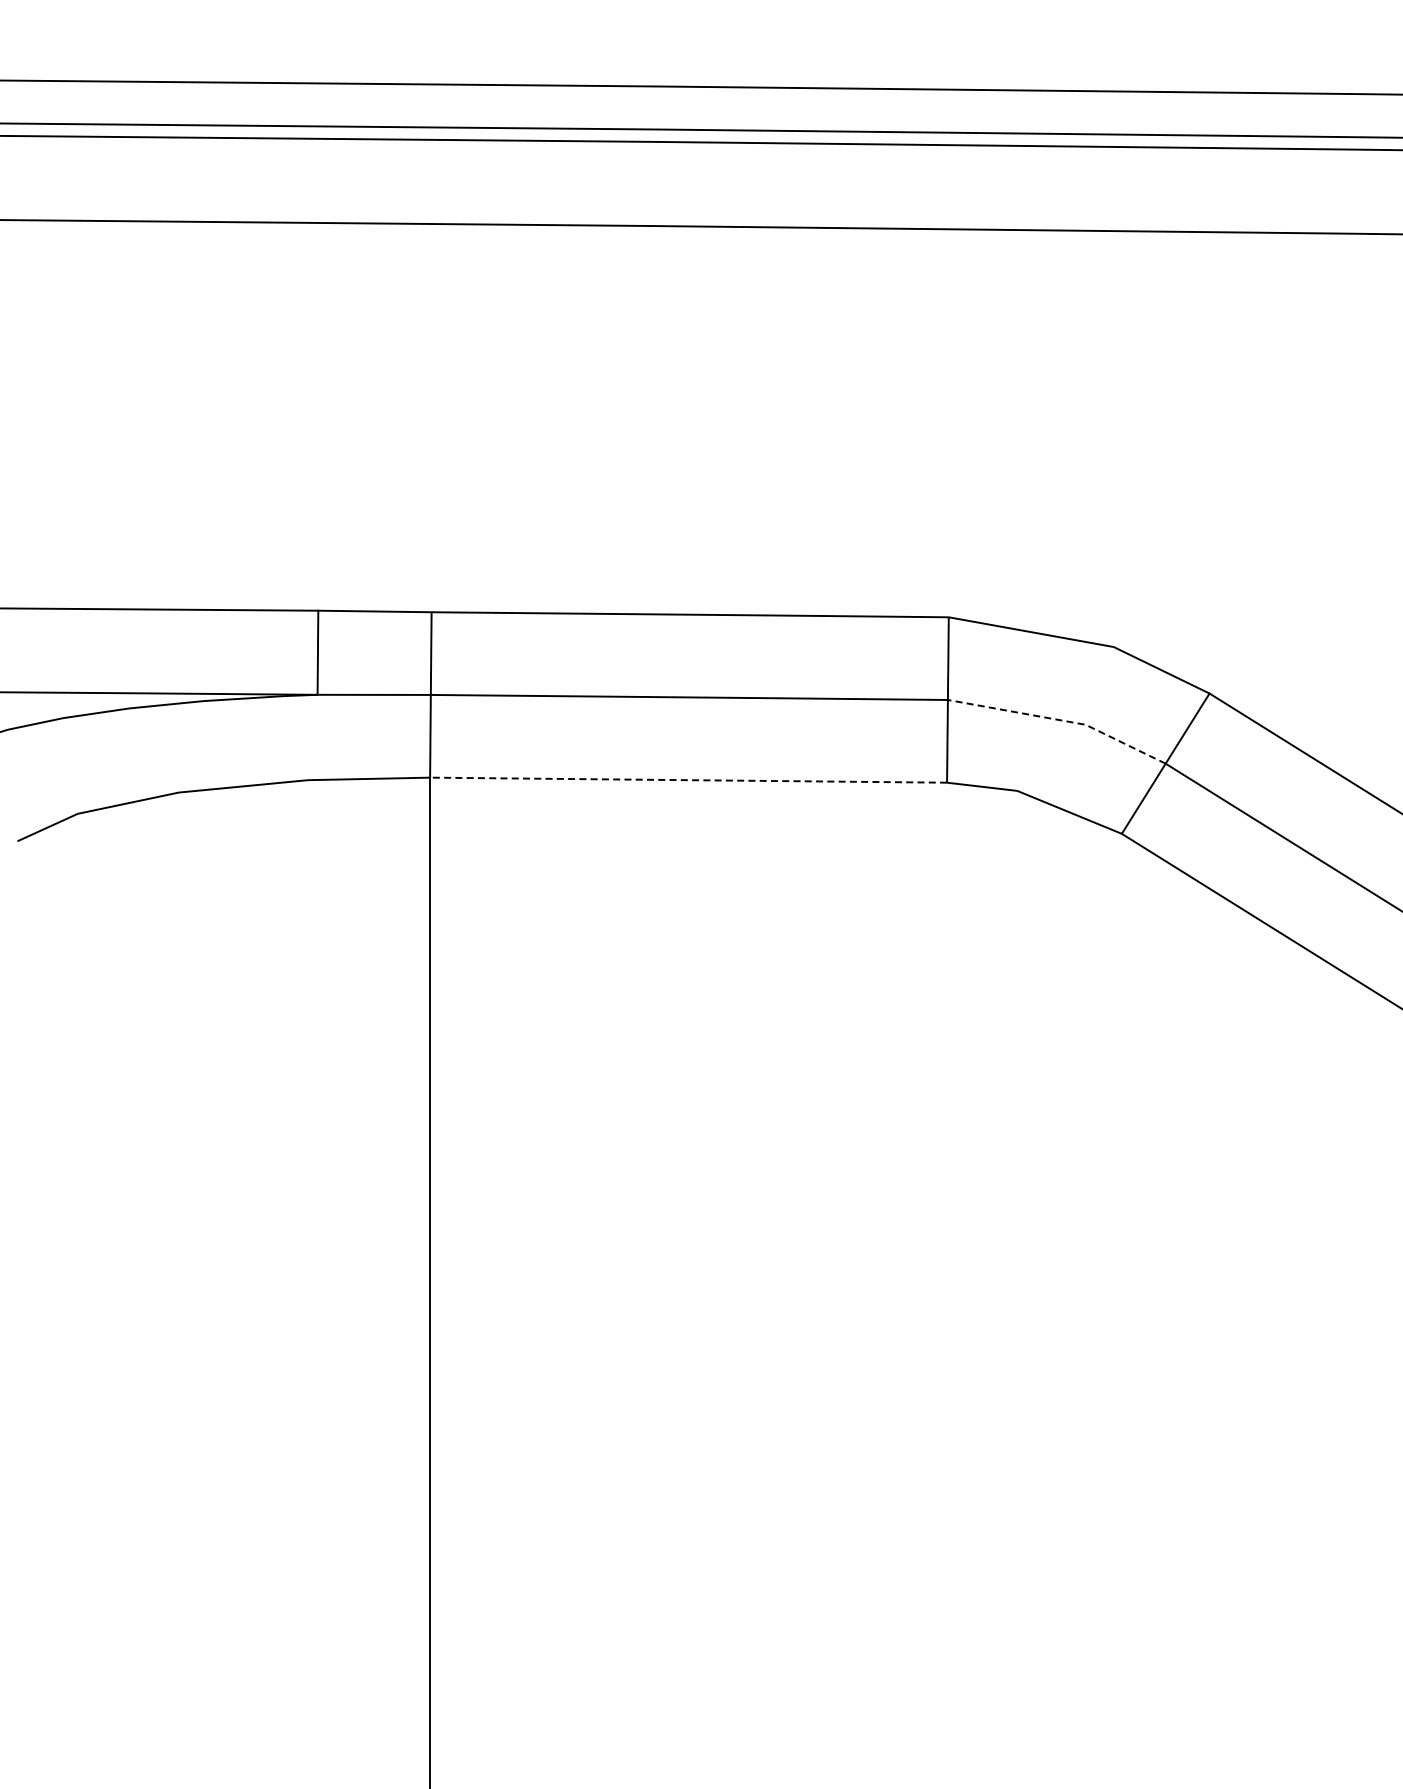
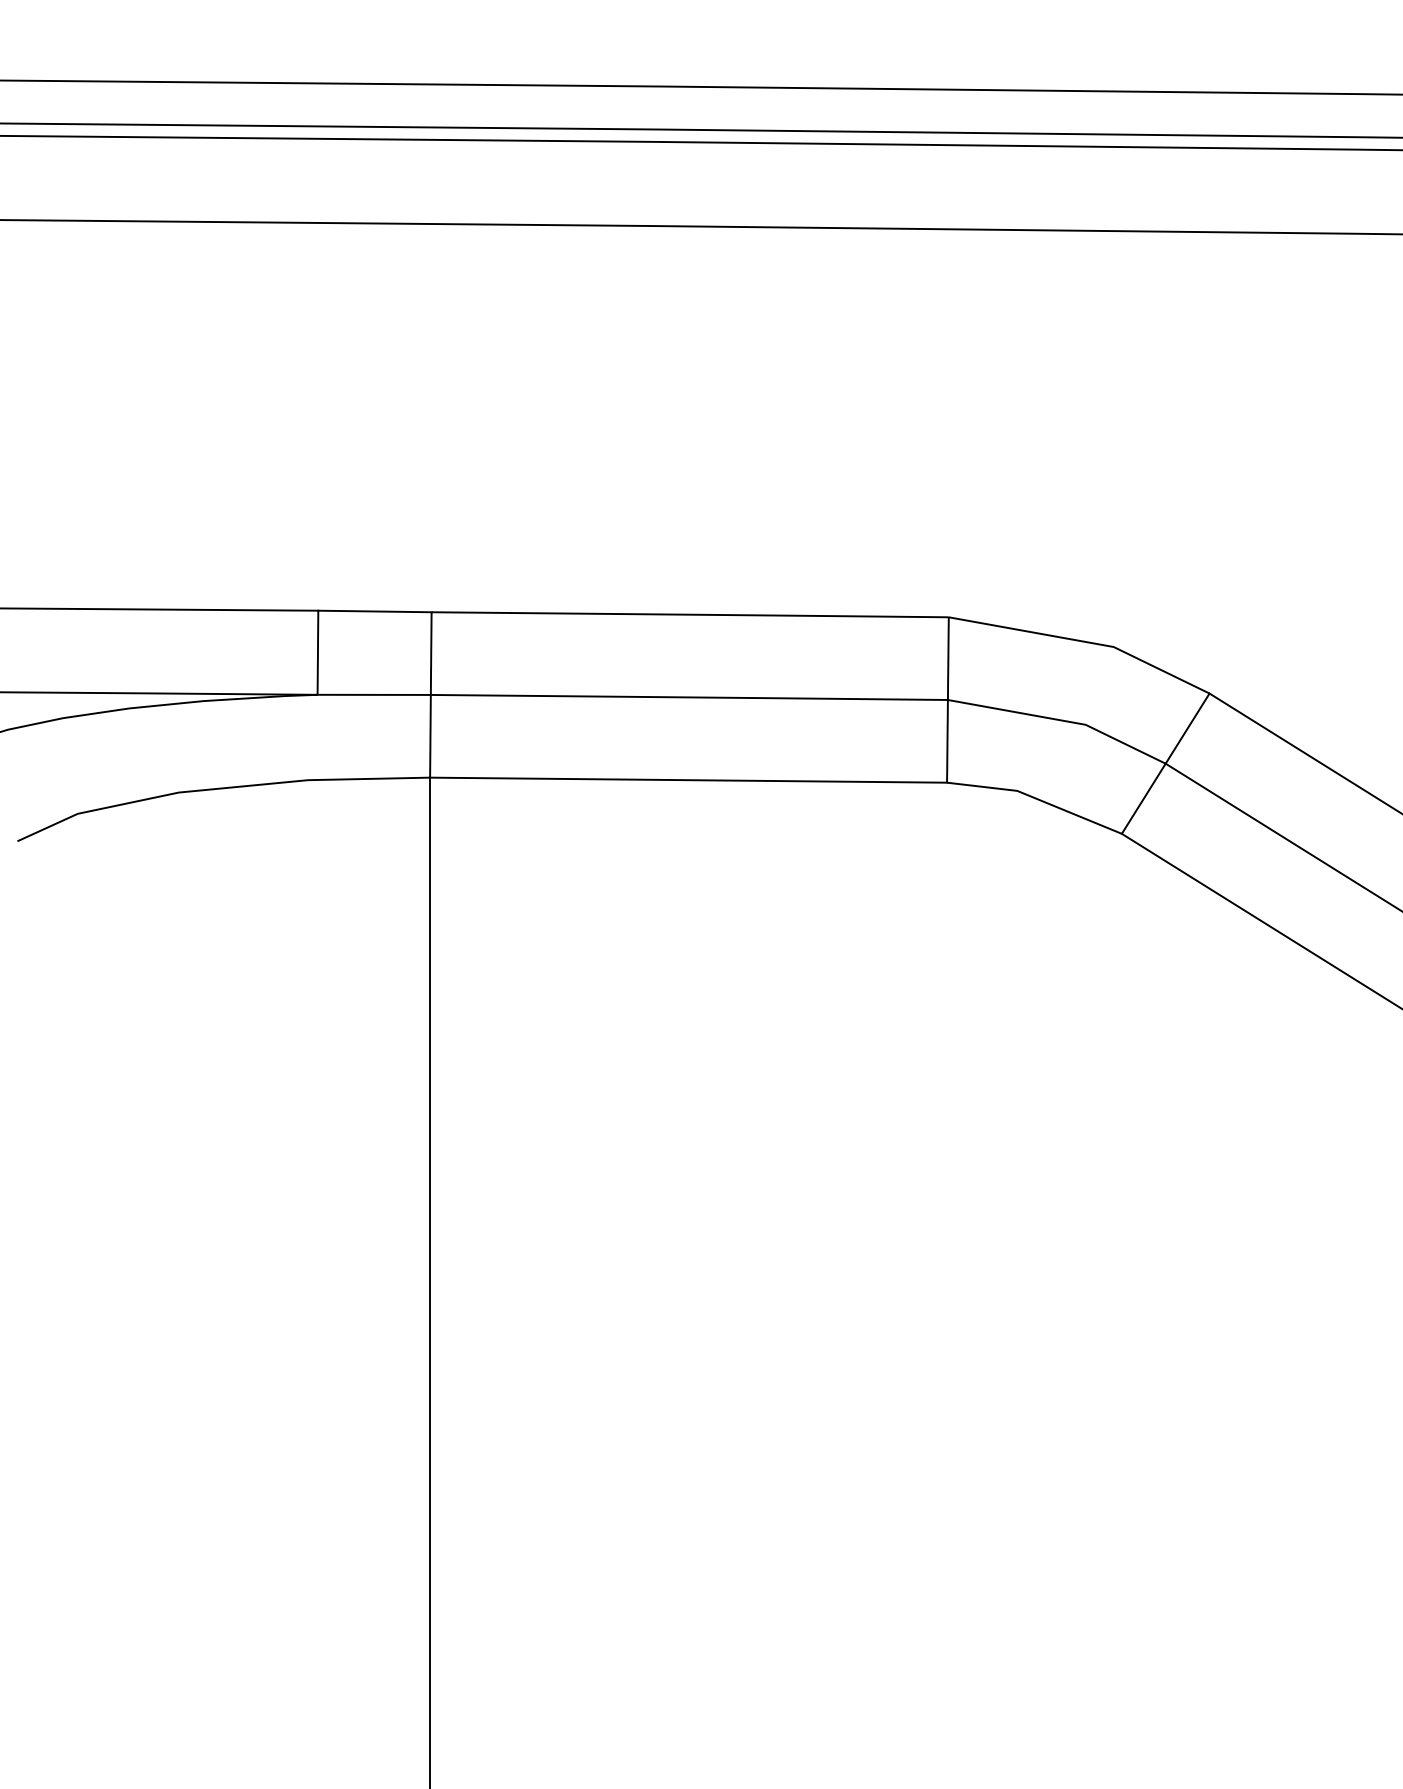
line at (1061, 720): dashed -> solid
line at (688, 780): dashed -> solid
